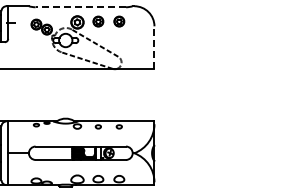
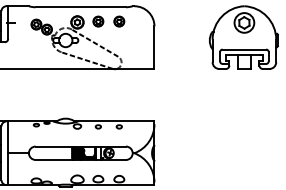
line at (80, 7): dashed -> solid
part at (243, 37): none -> present
line at (154, 47): dashed -> solid
